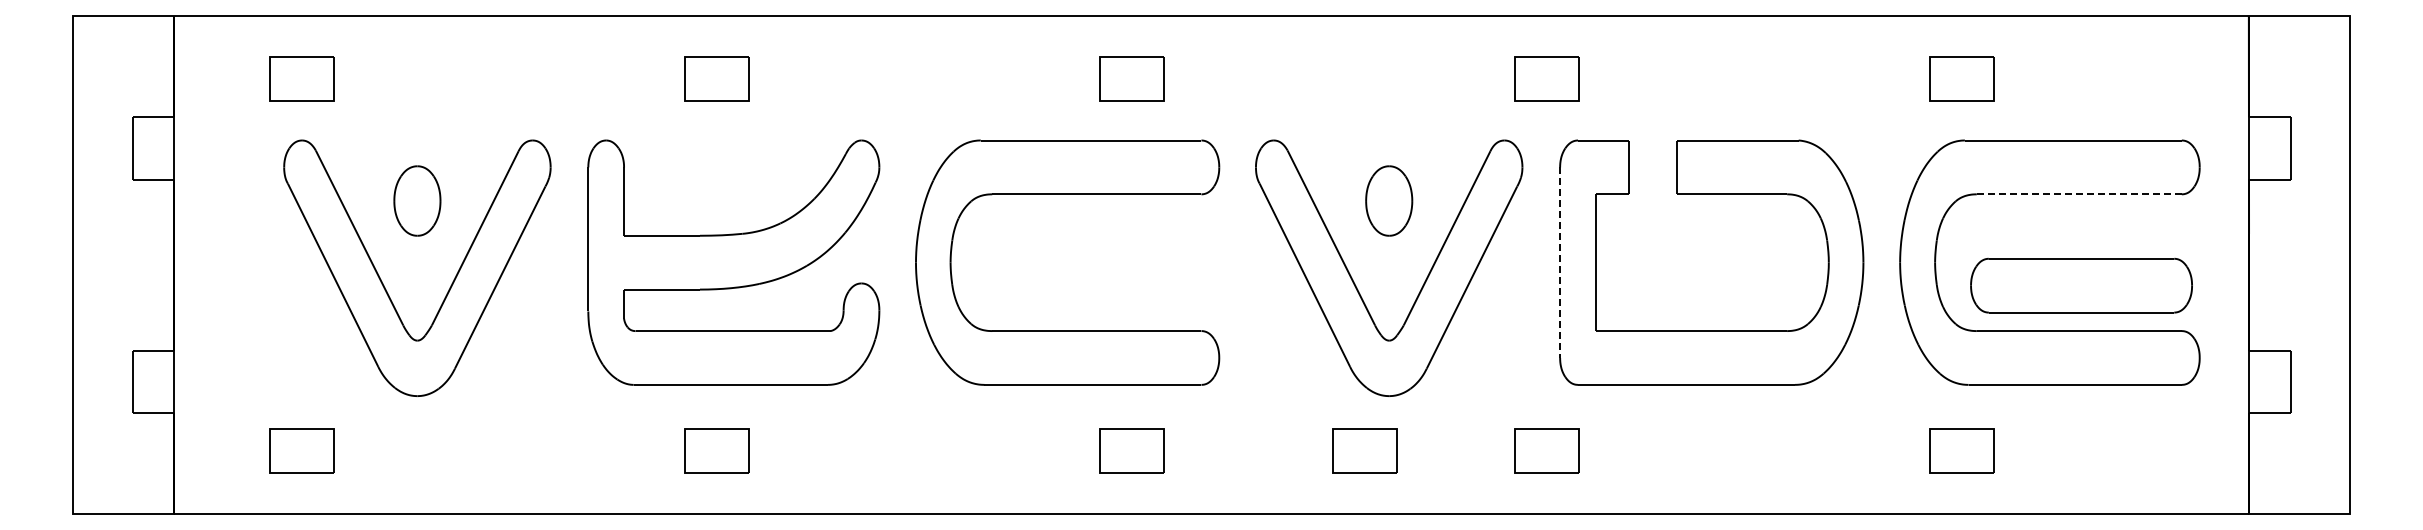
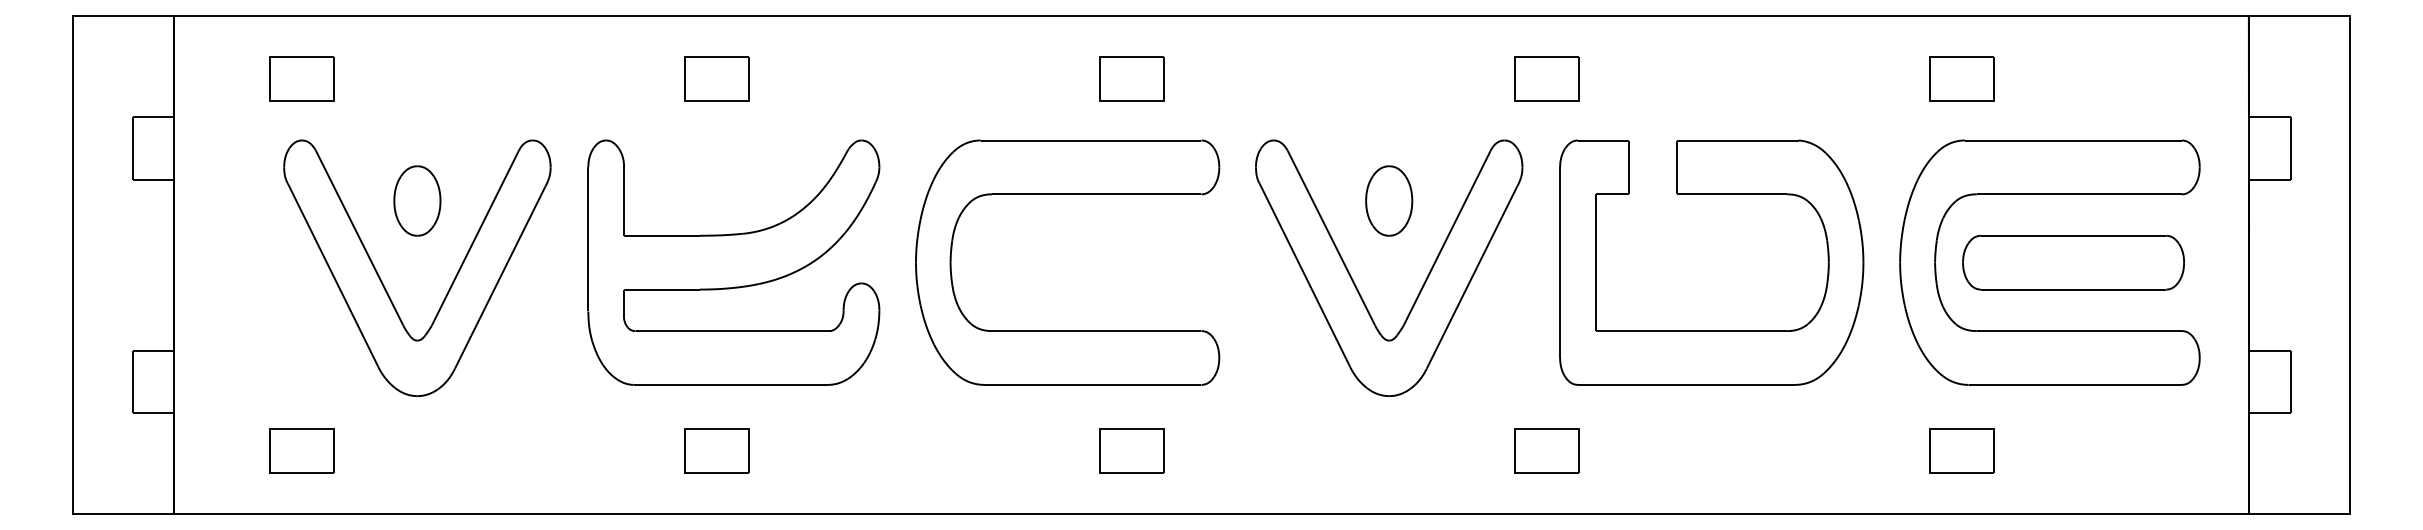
line at (2079, 194): dashed -> solid
line at (1560, 263): dashed -> solid
part at (2081, 285) position: (2081, 285) -> (2073, 262)
part at (1364, 450): present -> none
